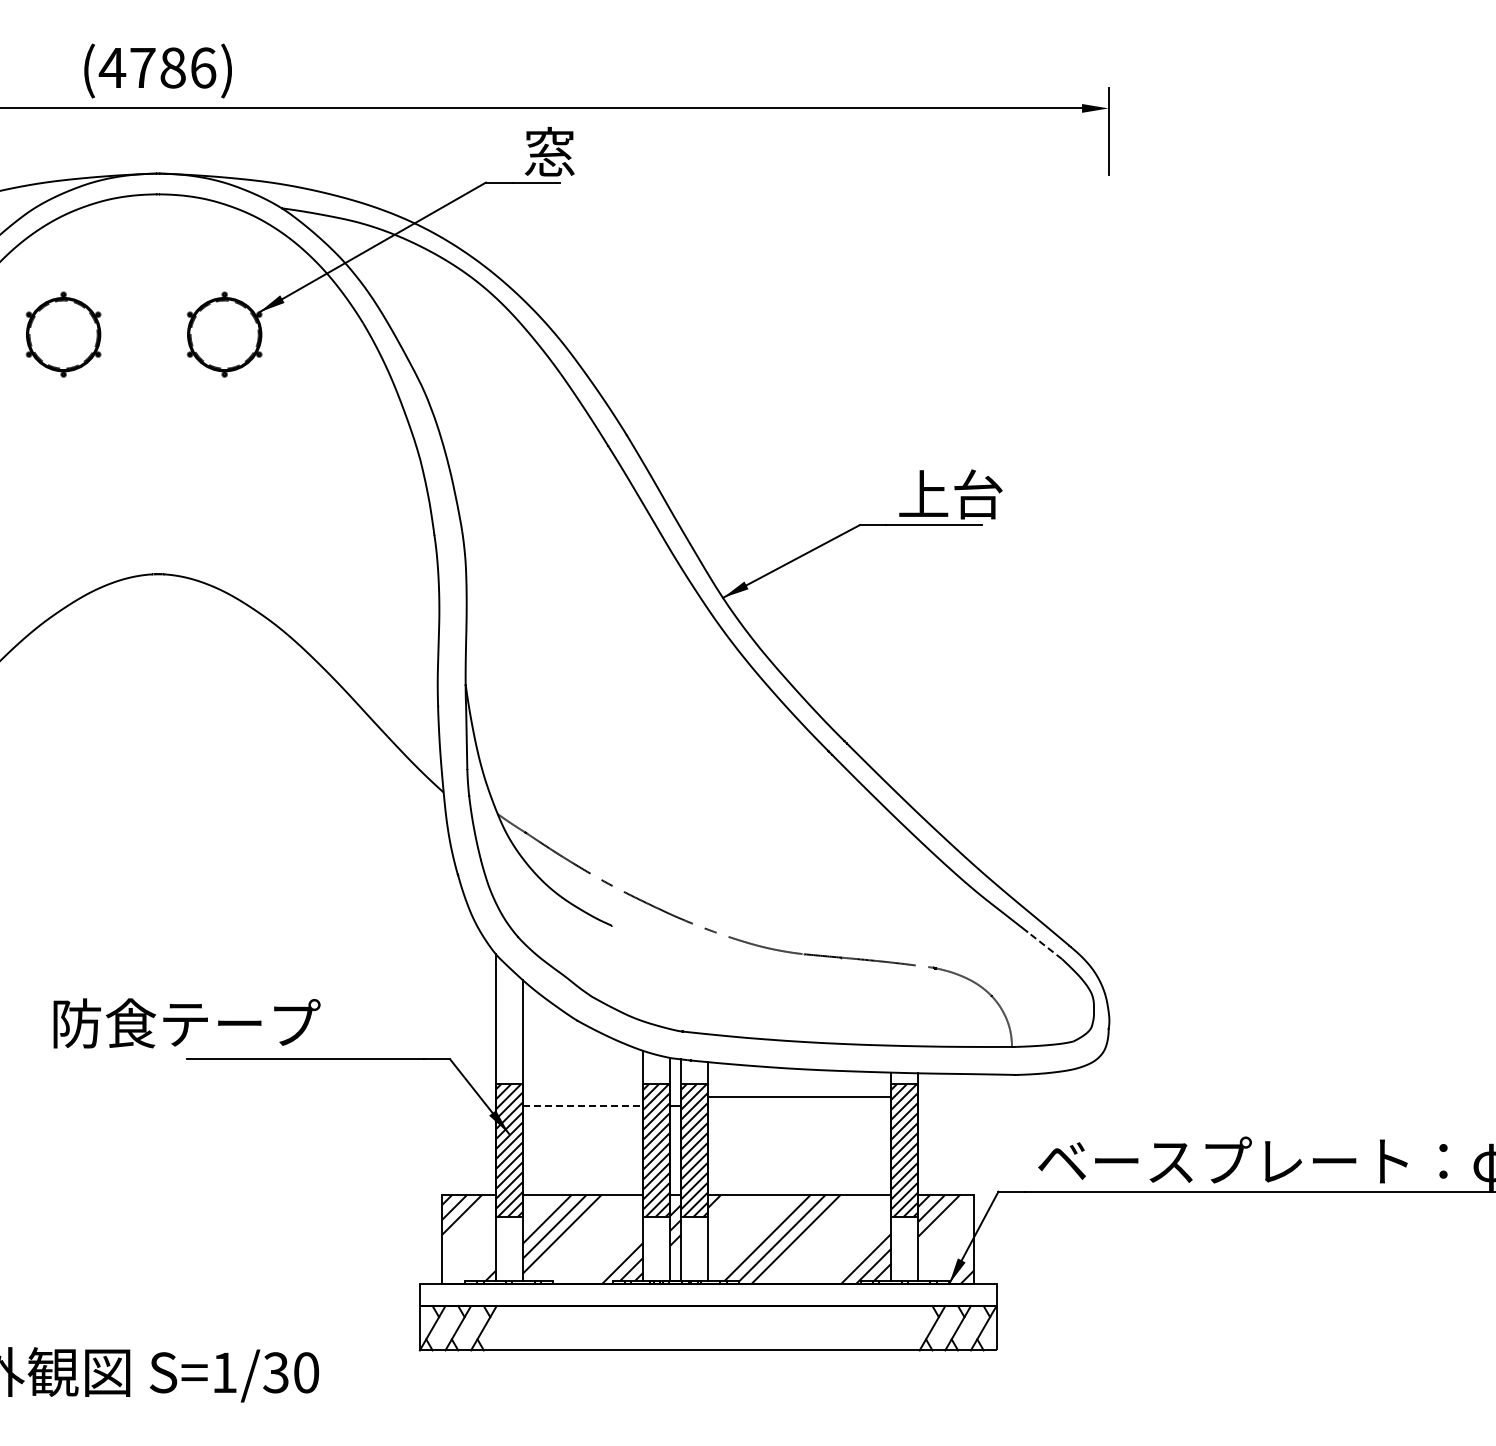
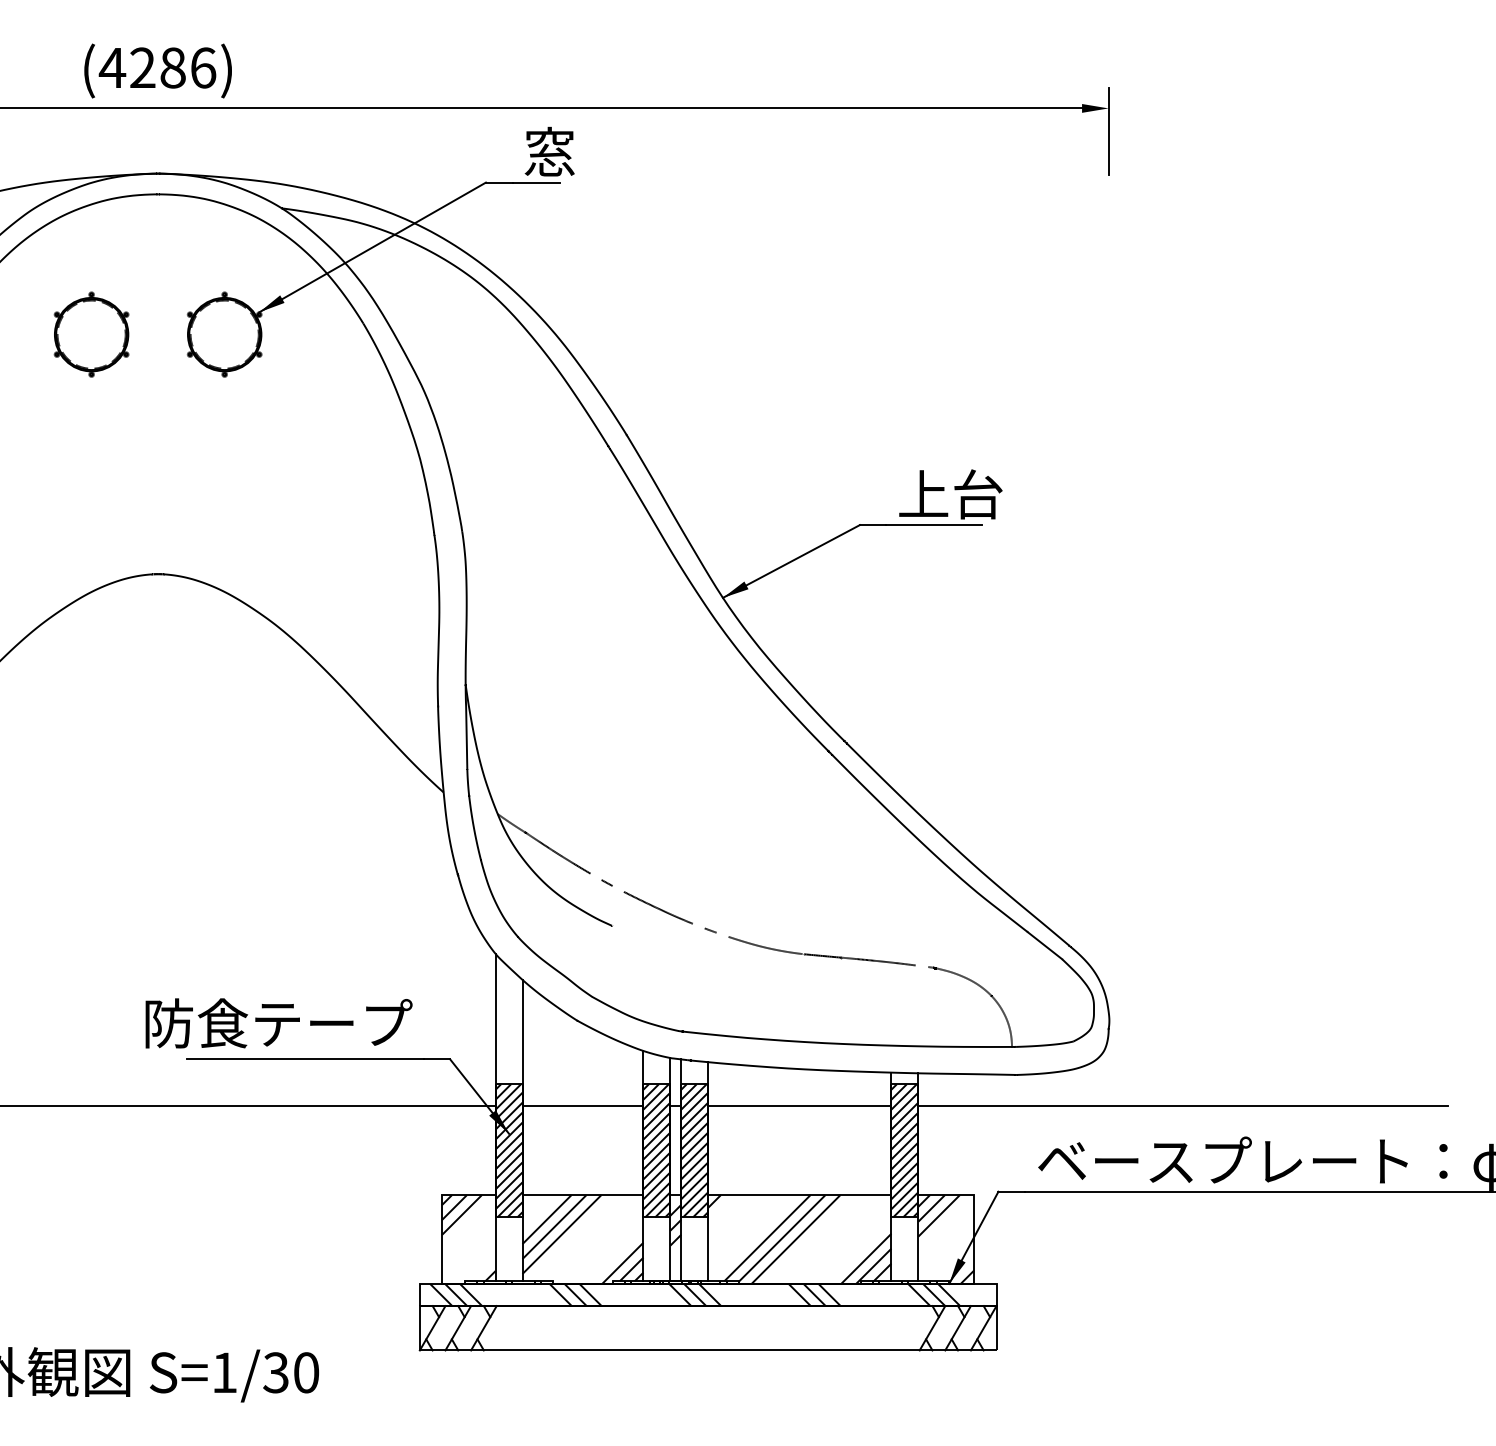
text at (142, 67): (4786) -> (4286)
part at (63, 334) position: (63, 334) -> (91, 334)
line at (1045, 945): dashed -> solid
text at (186, 1023) position: (186, 1023) -> (278, 1023)
line at (799, 1097) position: (799, 1097) -> (799, 1106)
line at (248, 1106): none -> present
line at (583, 1106): dashed -> solid
line at (1183, 1106): none -> present
hatch at (695, 1294): none -> present
